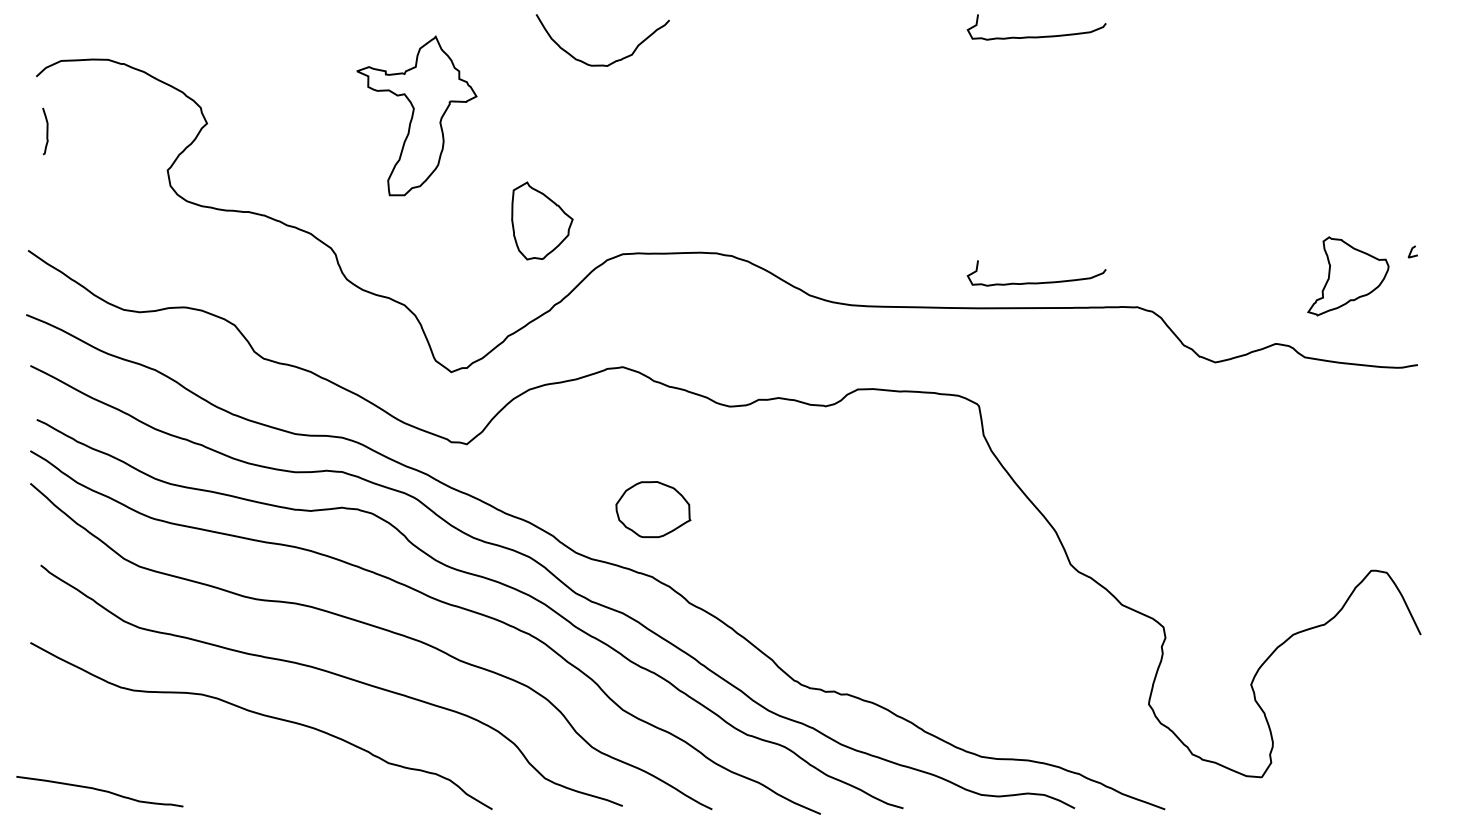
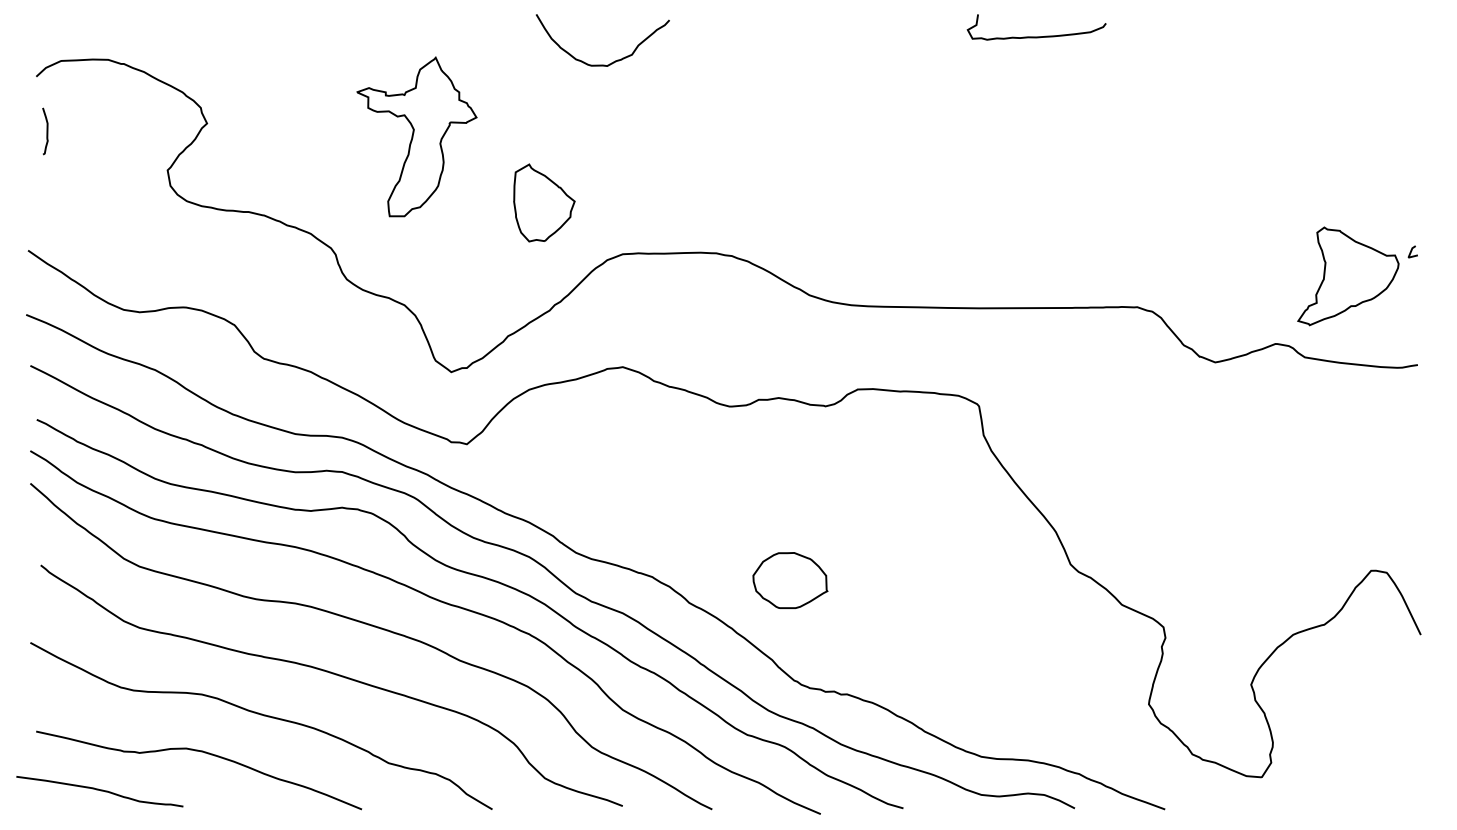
part at (416, 115) position: (416, 115) -> (416, 136)
part at (542, 220) position: (542, 220) -> (544, 202)
part at (1348, 276) size: 83x81 px -> 103x101 px
curve at (1036, 282): present -> none
part at (653, 509) position: (653, 509) -> (790, 580)
curve at (204, 753): none -> present
